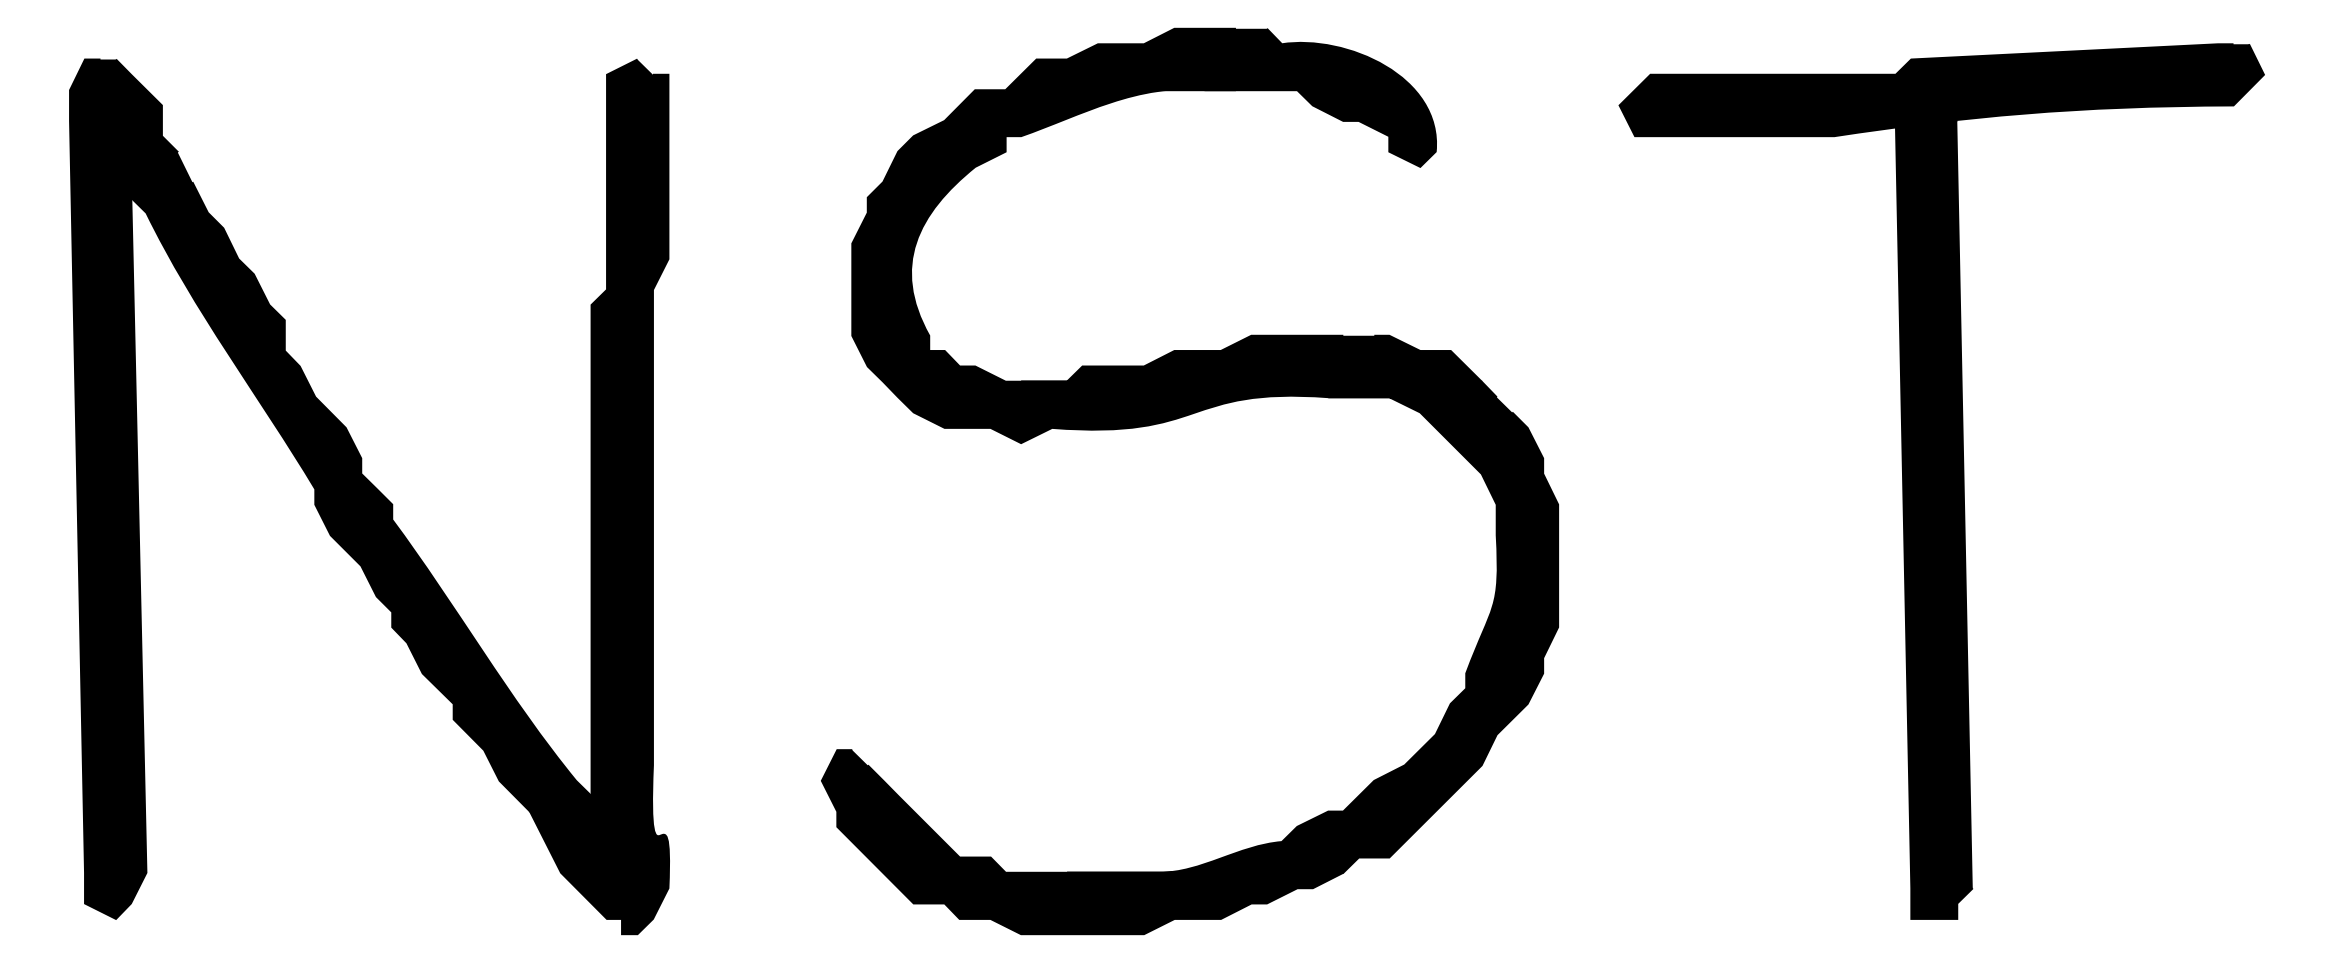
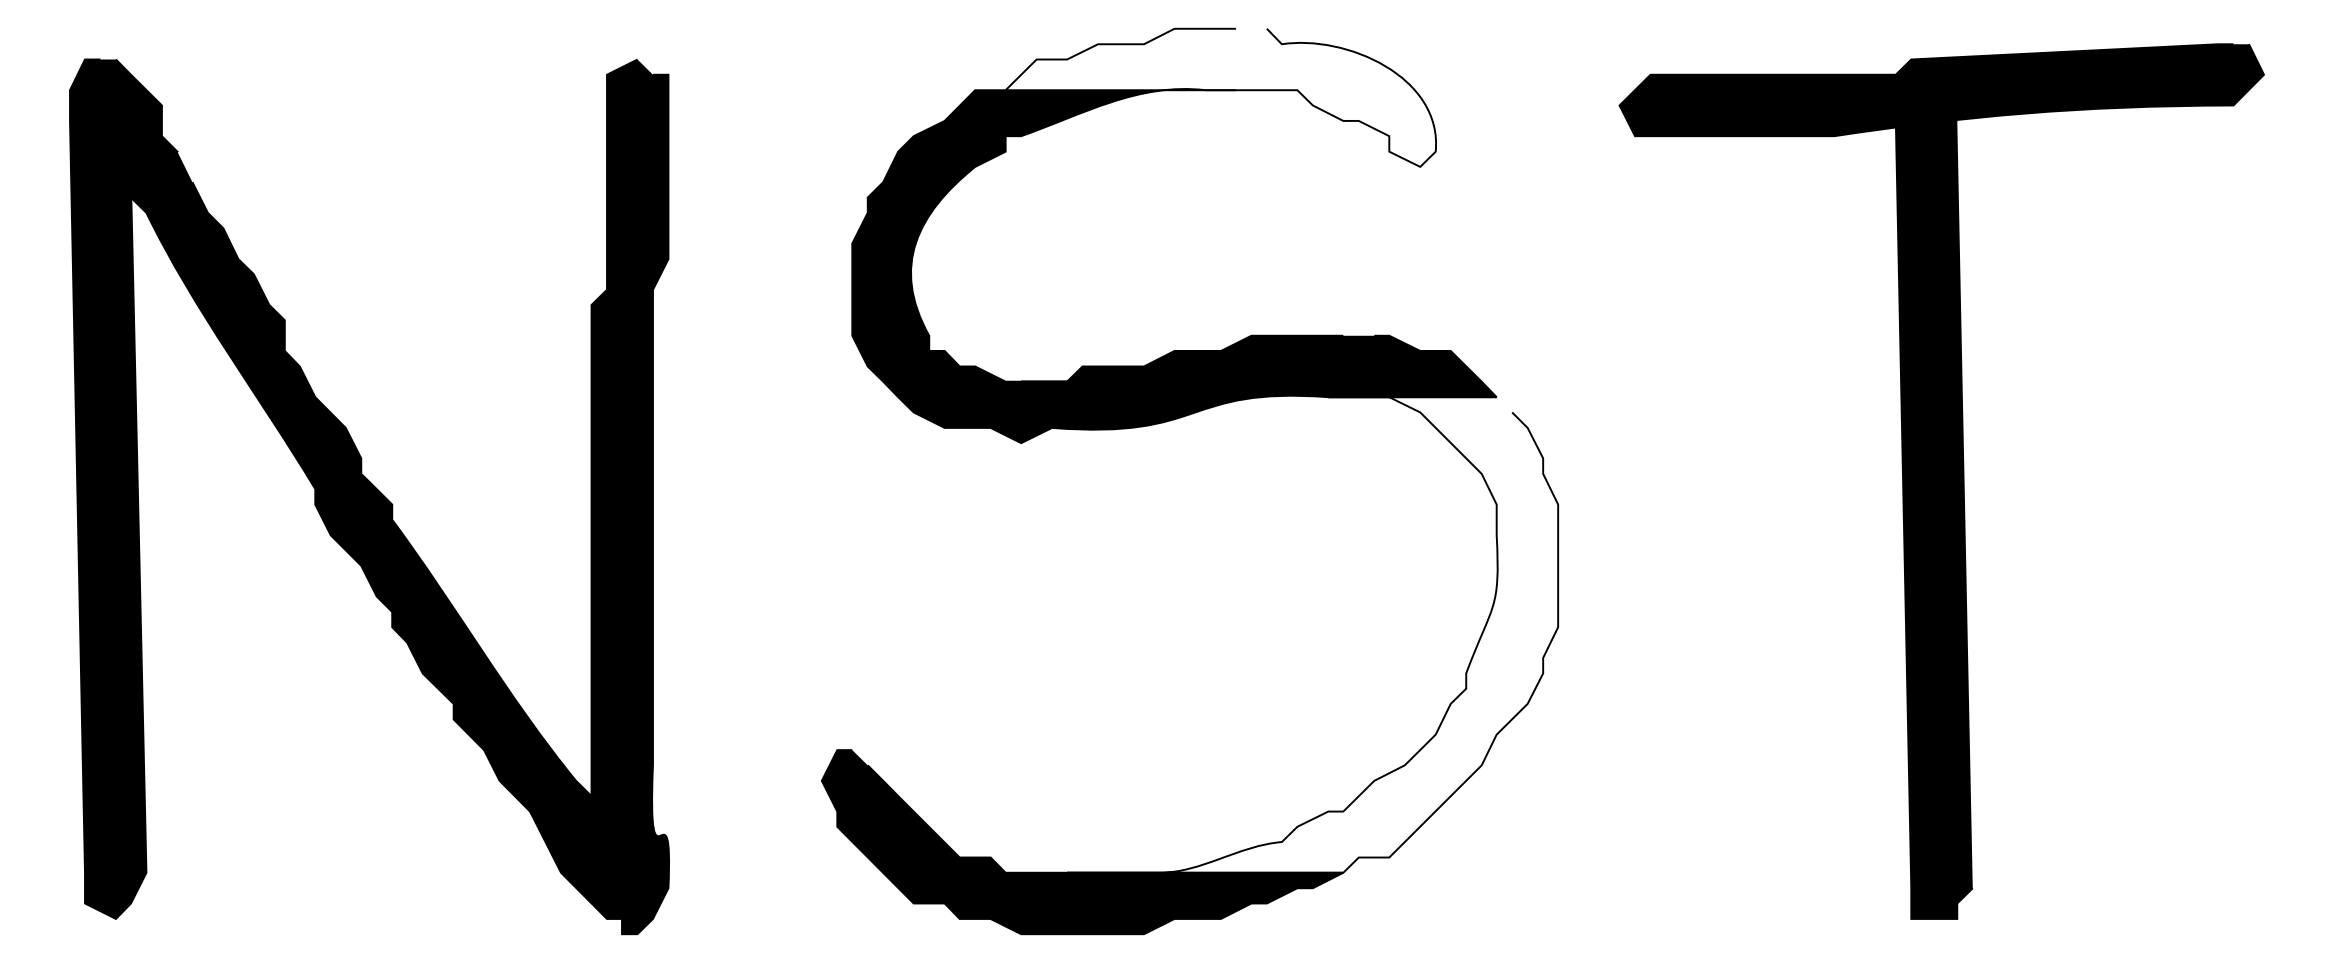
fill at (1220, 97): present -> none
fill at (1312, 634): present -> none
